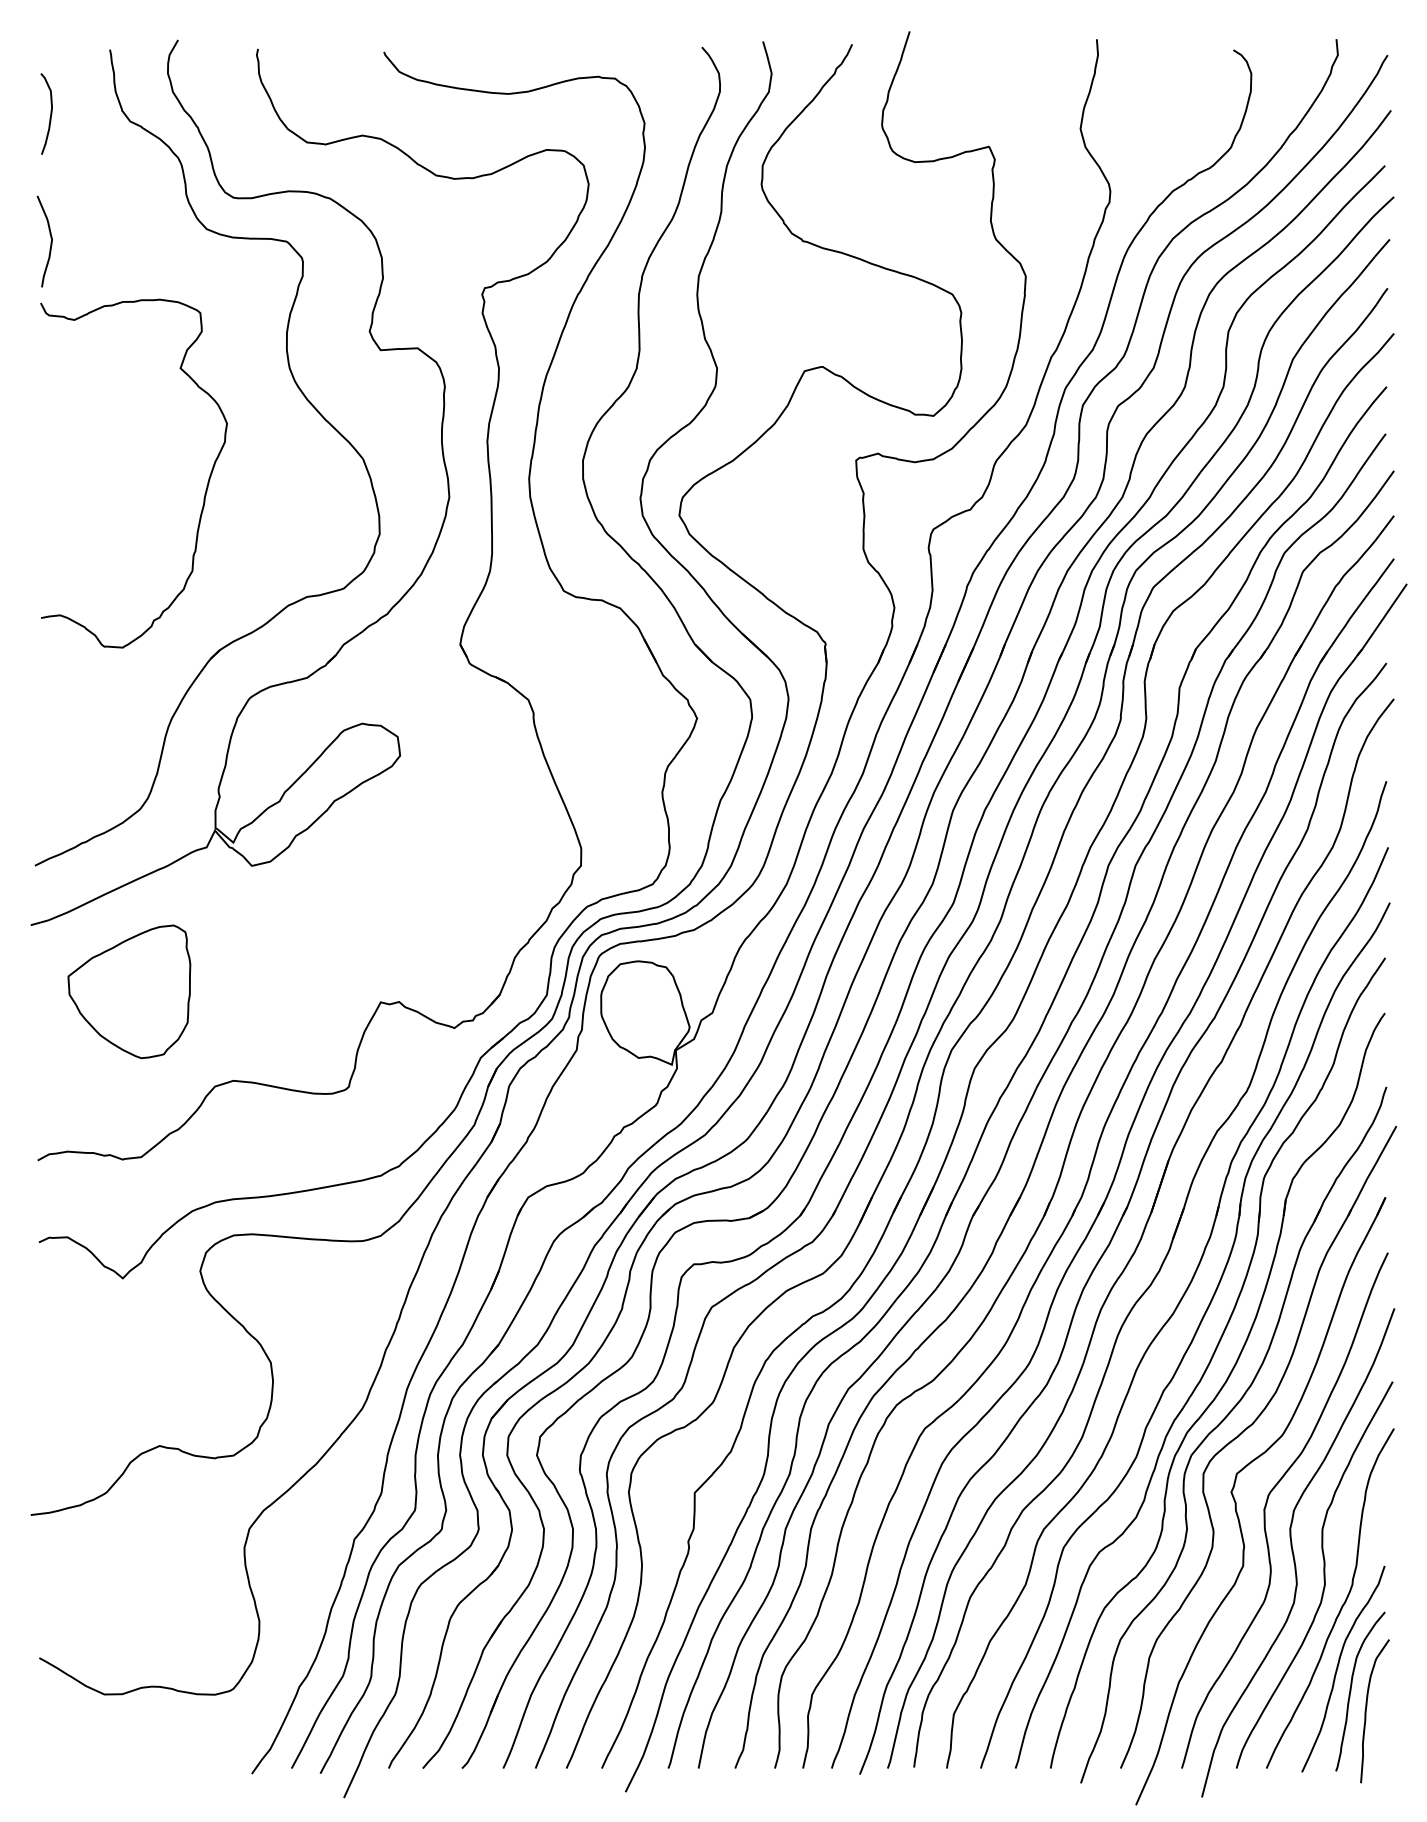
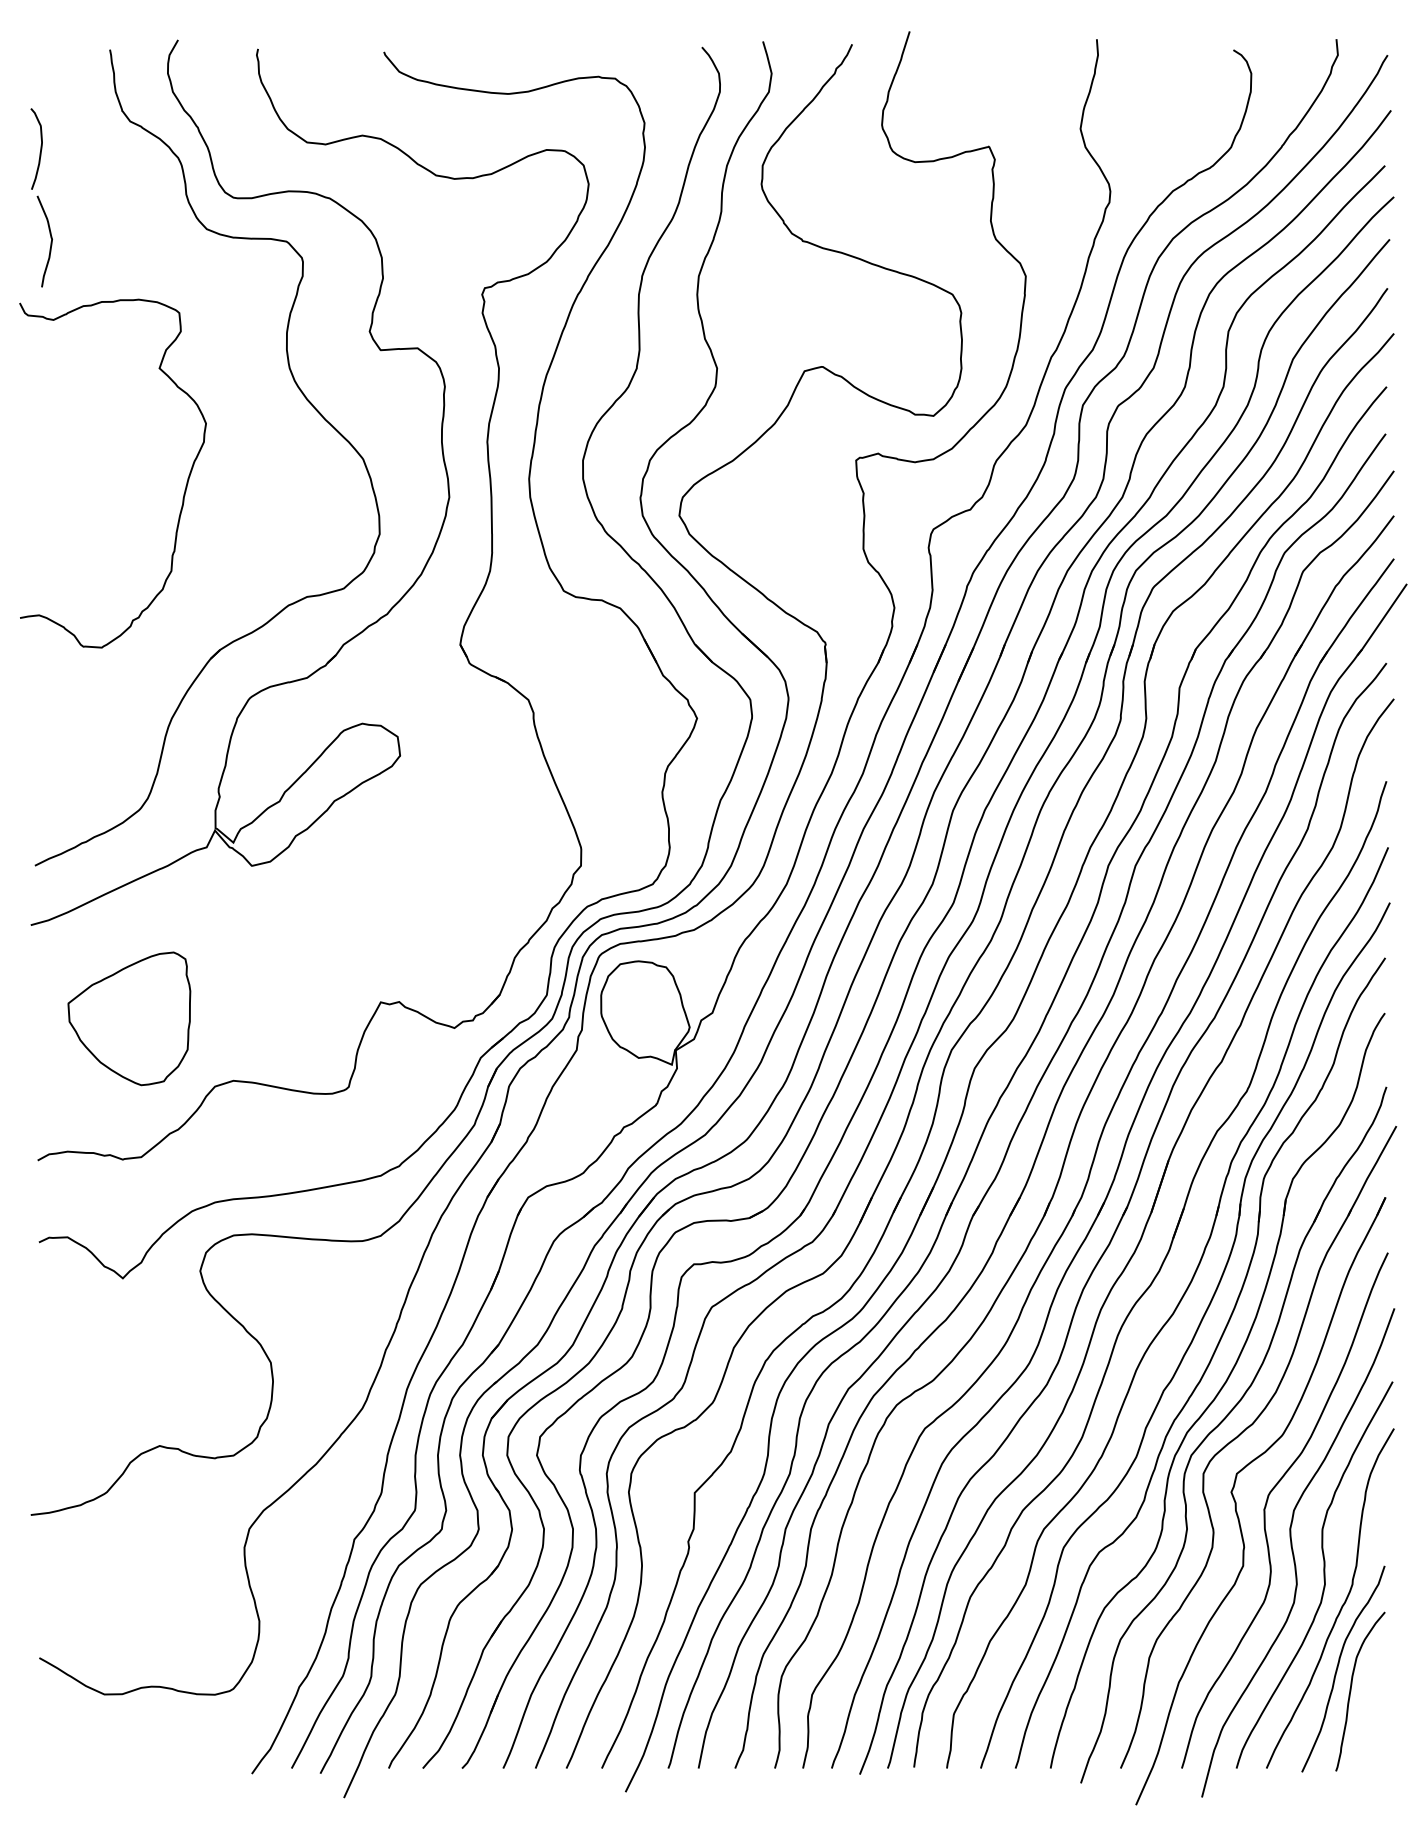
curve at (50, 113) position: (50, 113) -> (40, 148)
curve at (205, 489) position: (205, 489) -> (184, 489)
part at (129, 991) position: (129, 991) -> (129, 1018)
curve at (1366, 1711): present -> none
